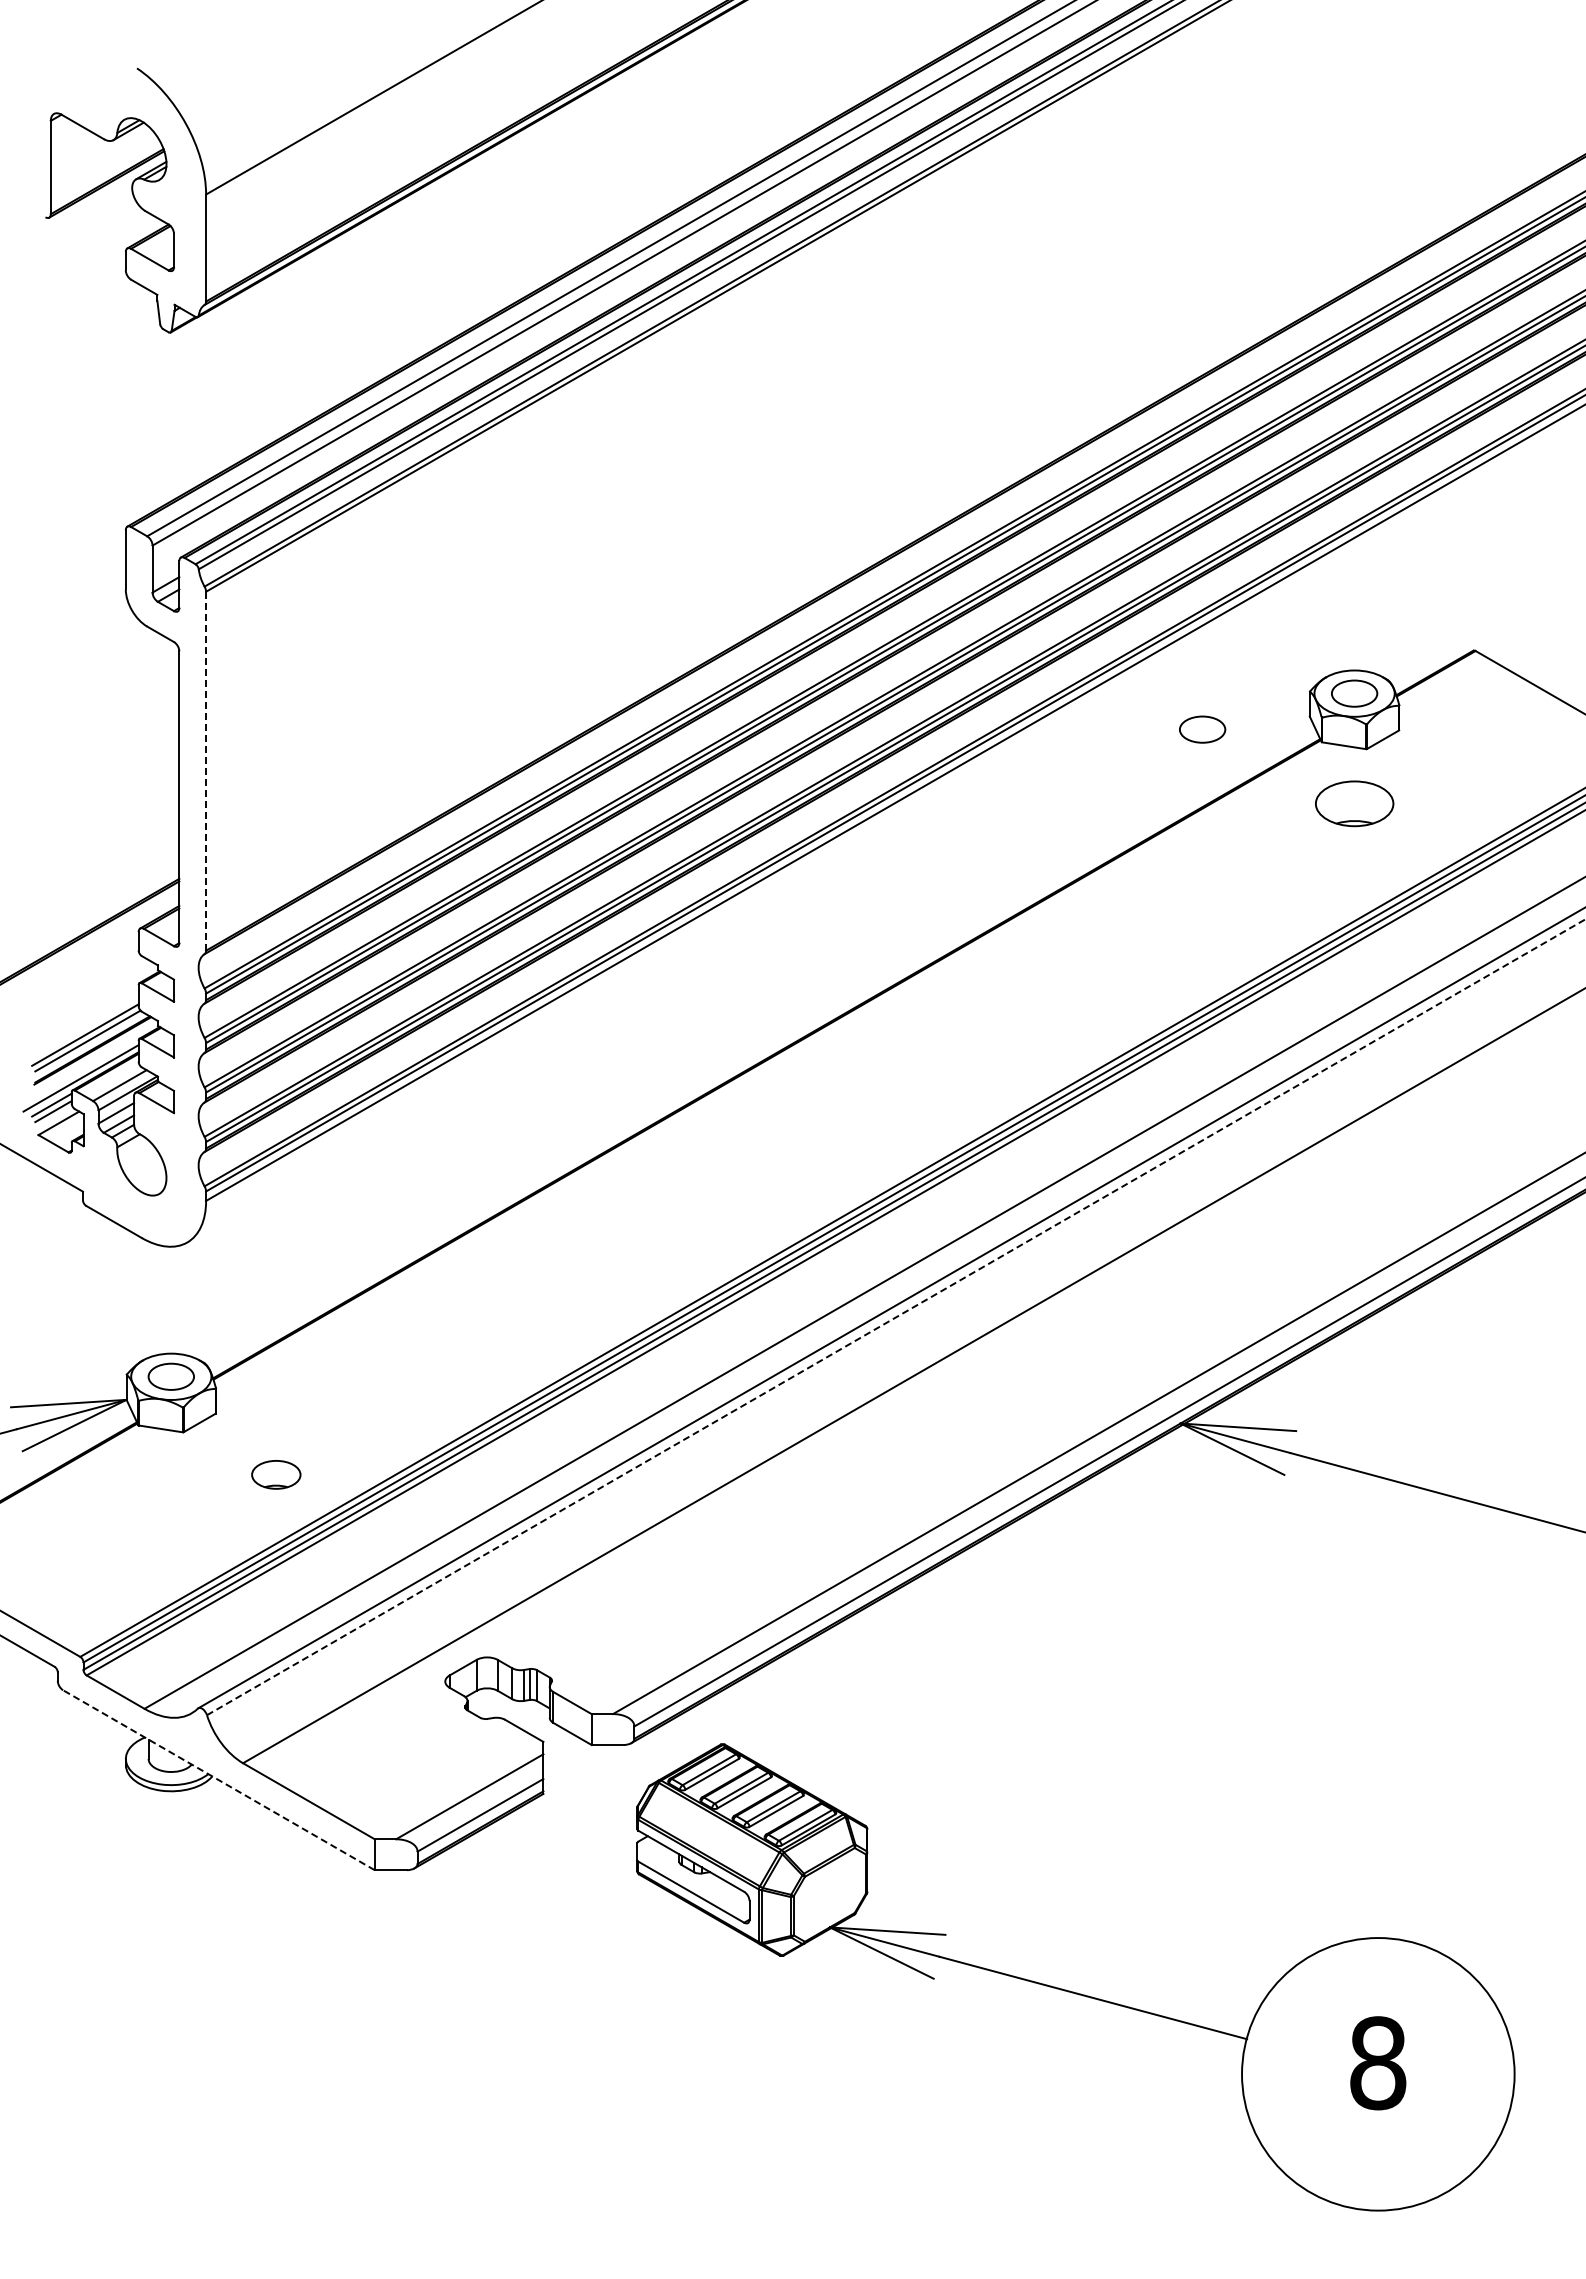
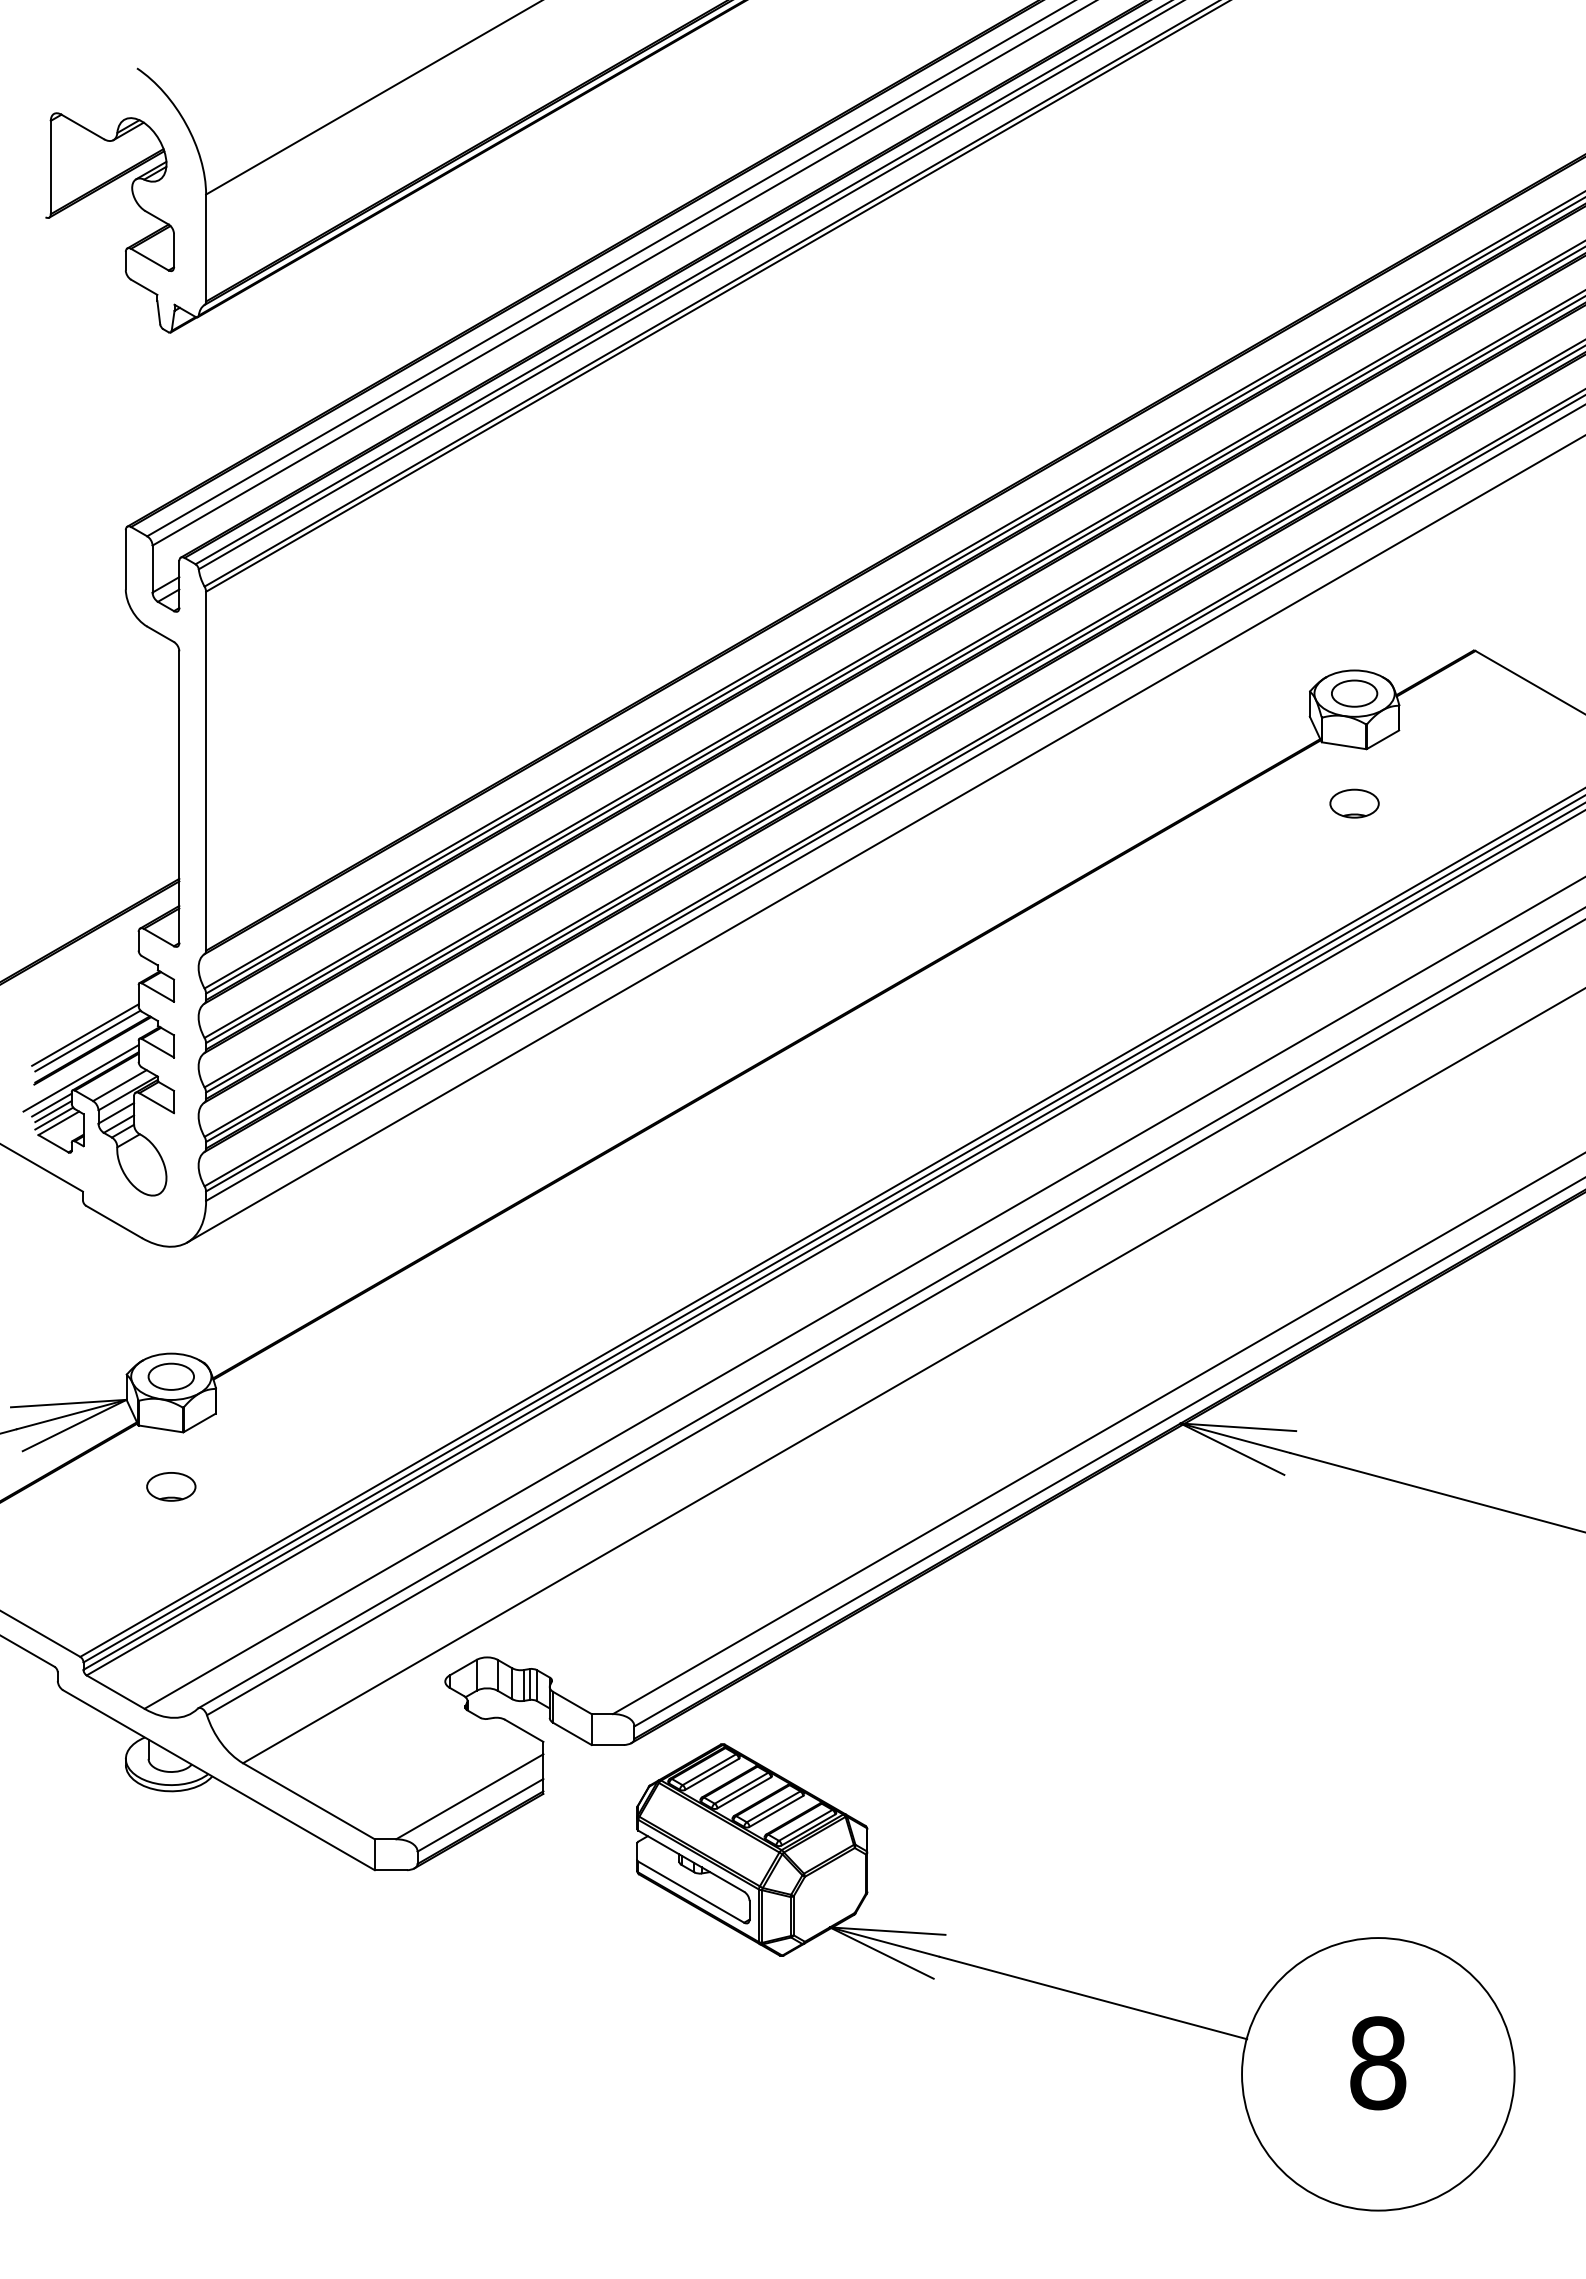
part at (1202, 729): present -> none
line at (206, 770): dashed -> solid
part at (1354, 803) size: 80x48 px -> 51x31 px
line at (884, 839): none -> present
line at (54, 1118): none -> present
line at (896, 1317): dashed -> solid
part at (276, 1474) position: (276, 1474) -> (171, 1486)
line at (218, 1780): dashed -> solid
